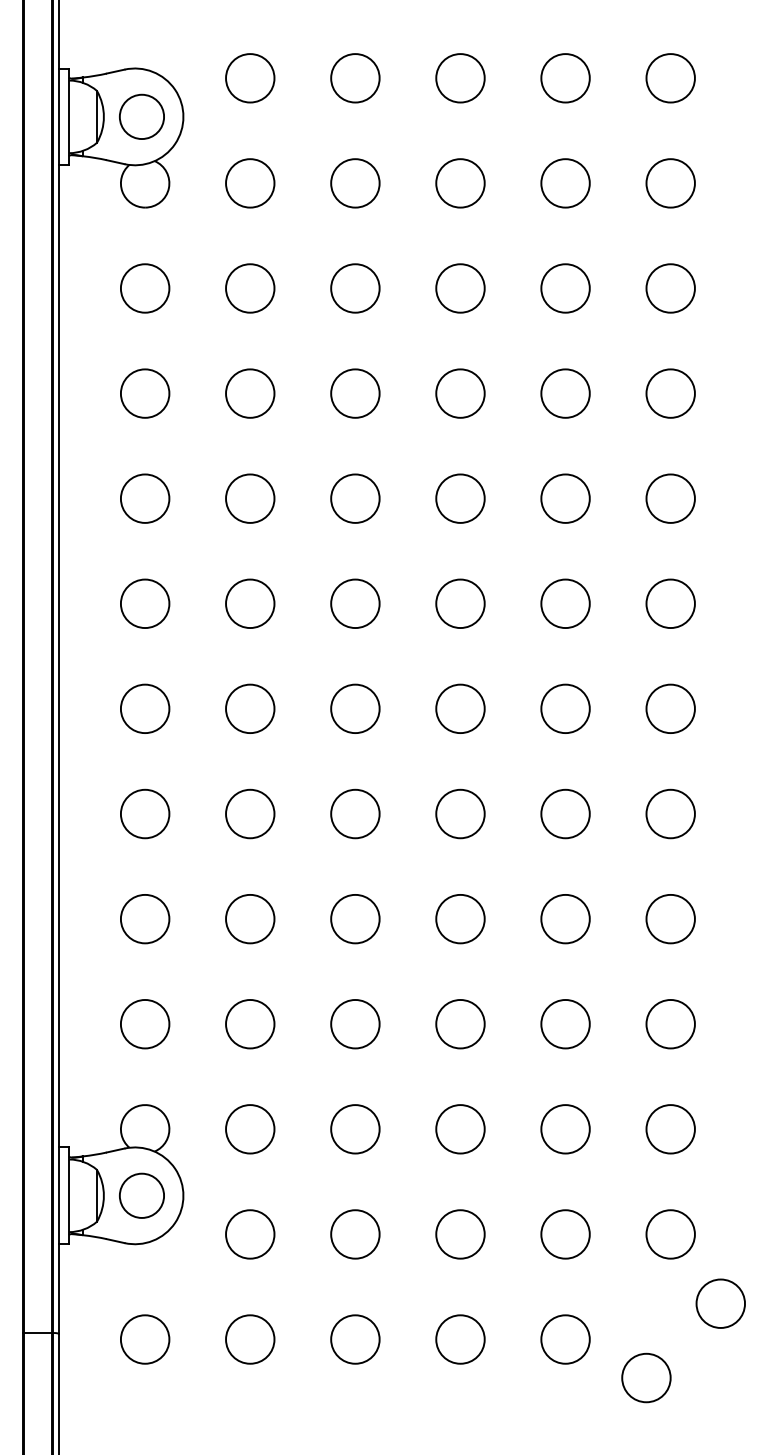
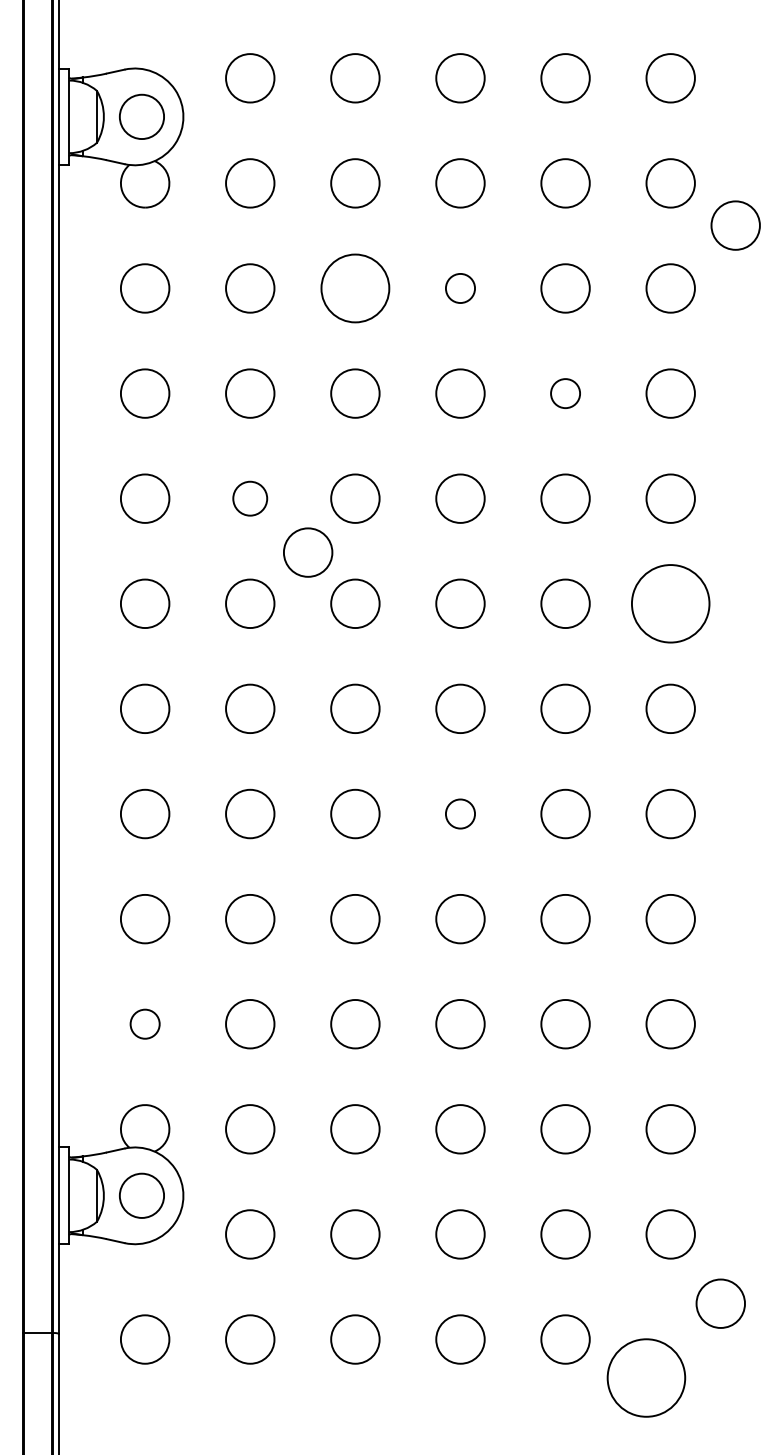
circle at (735, 225): none -> present
circle at (355, 288) diameter: 48 px -> 68 px
circle at (460, 288) diameter: 48 px -> 29 px
circle at (565, 393) diameter: 48 px -> 29 px
circle at (250, 498) diameter: 48 px -> 34 px
circle at (308, 552): none -> present
circle at (670, 603) diameter: 48 px -> 78 px
circle at (460, 813) diameter: 48 px -> 29 px
circle at (144, 1023) diameter: 48 px -> 29 px
circle at (646, 1377) diameter: 48 px -> 78 px
